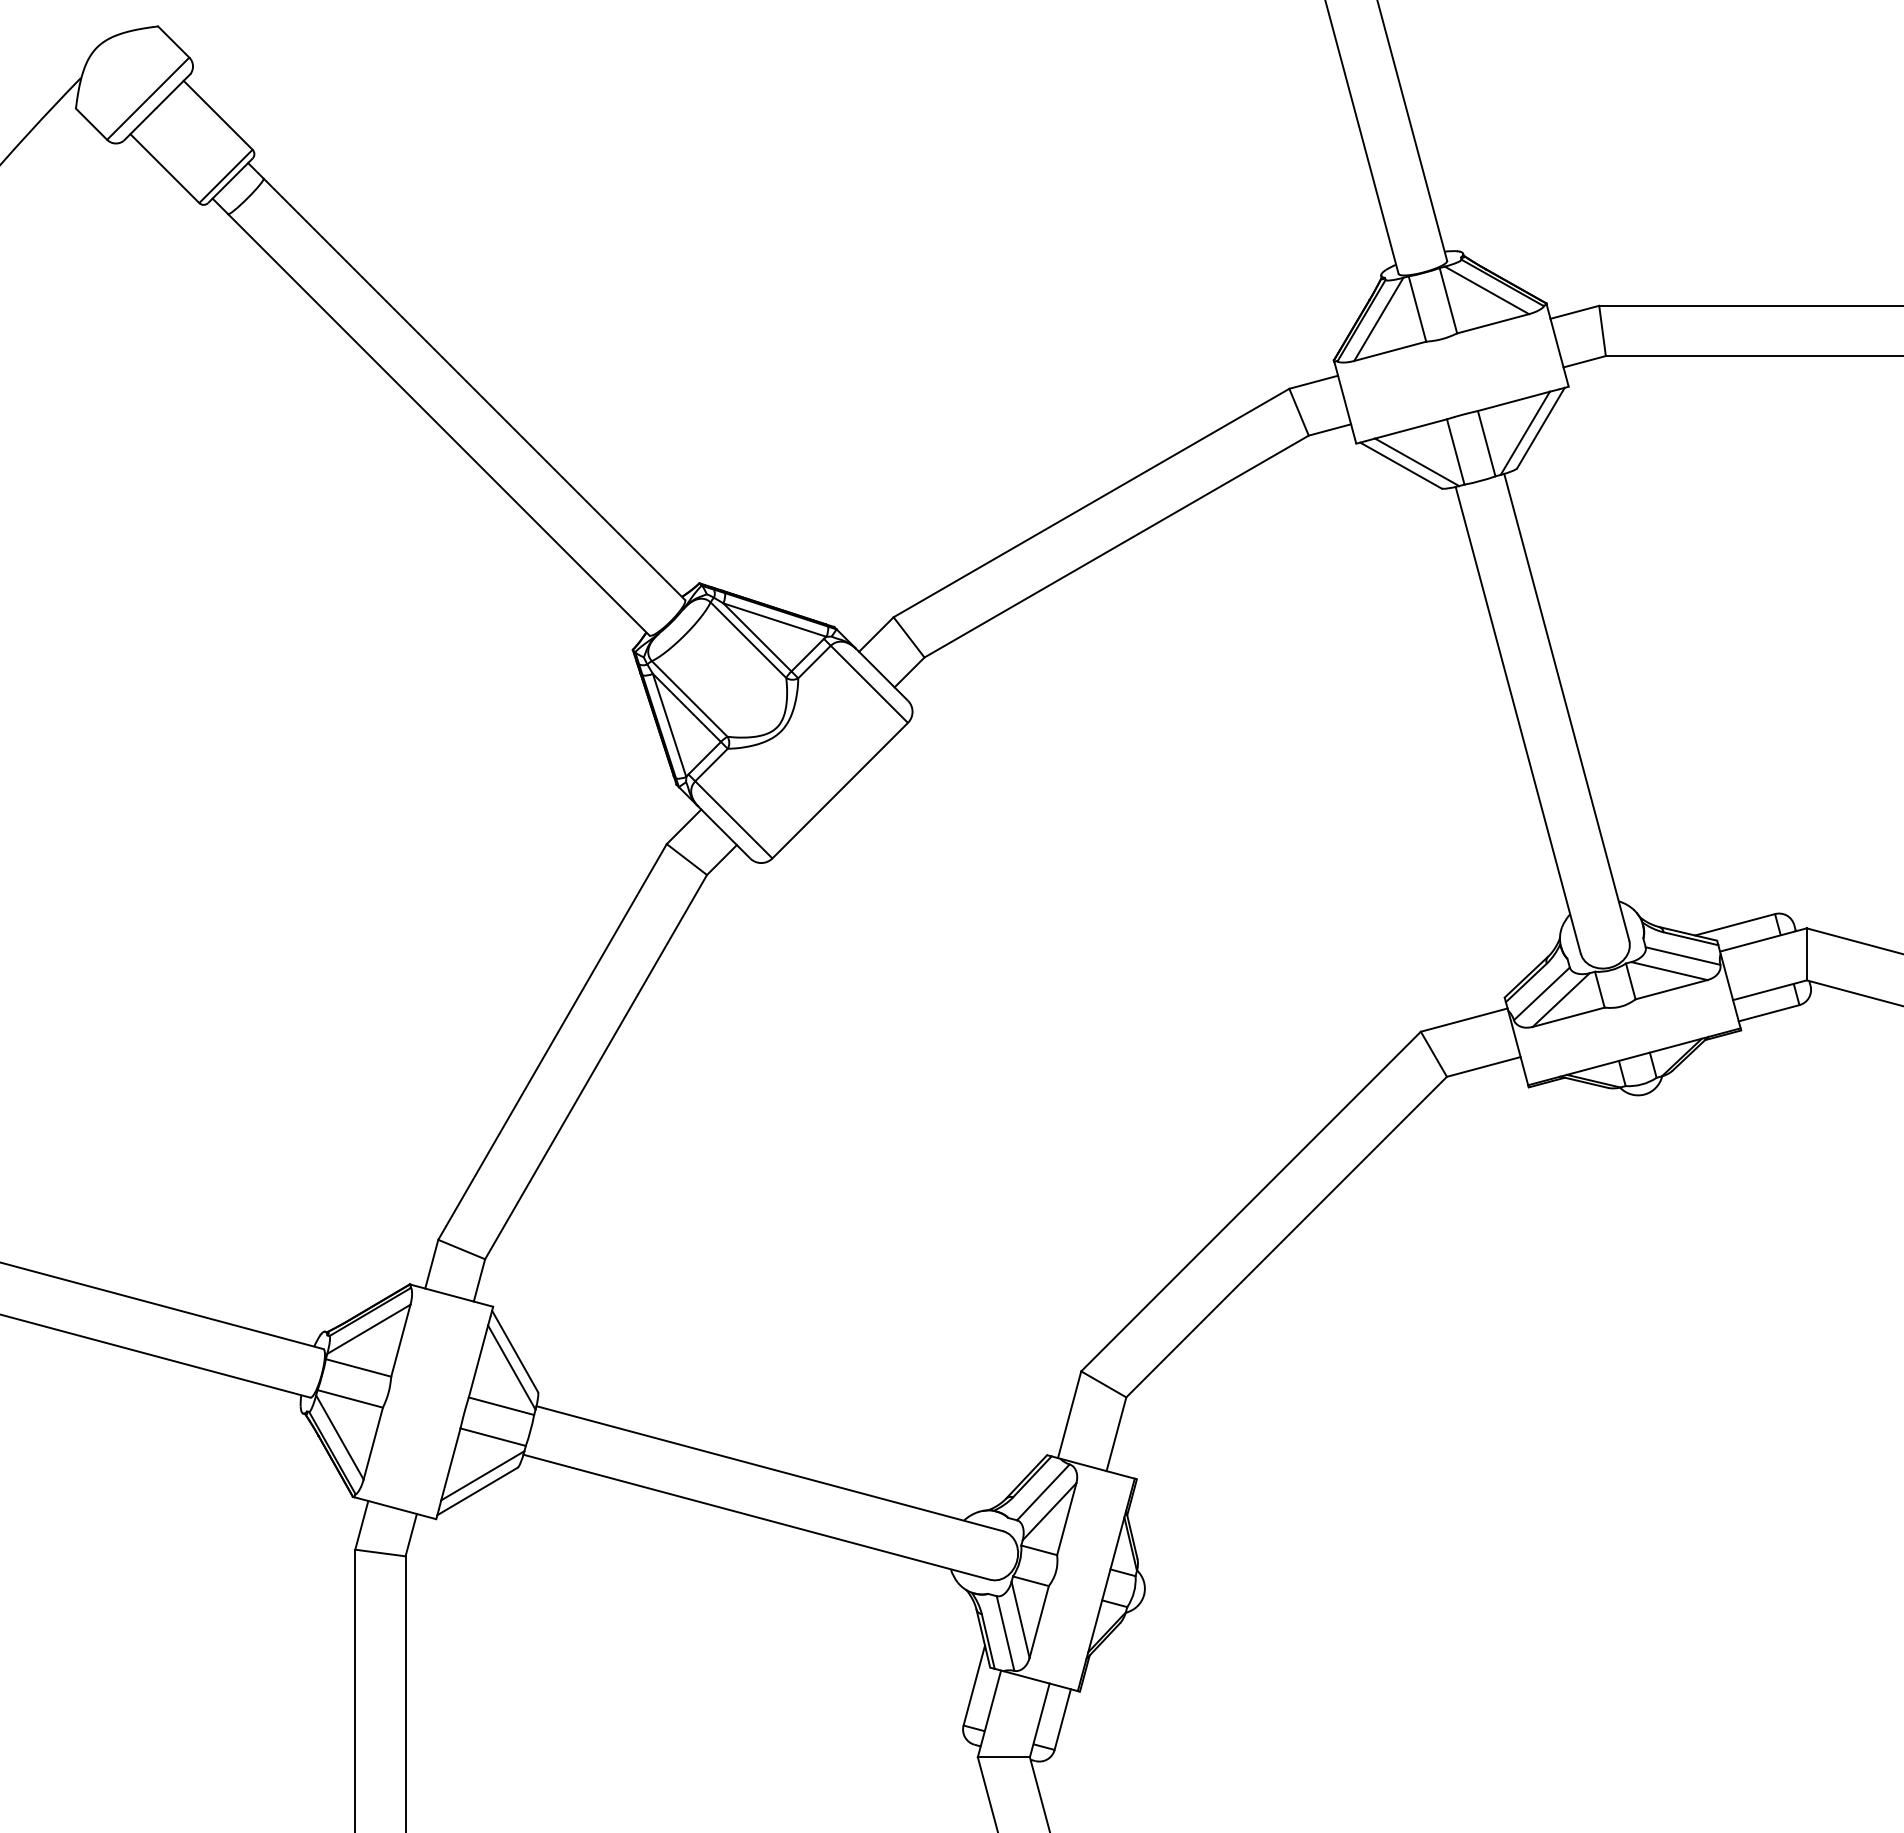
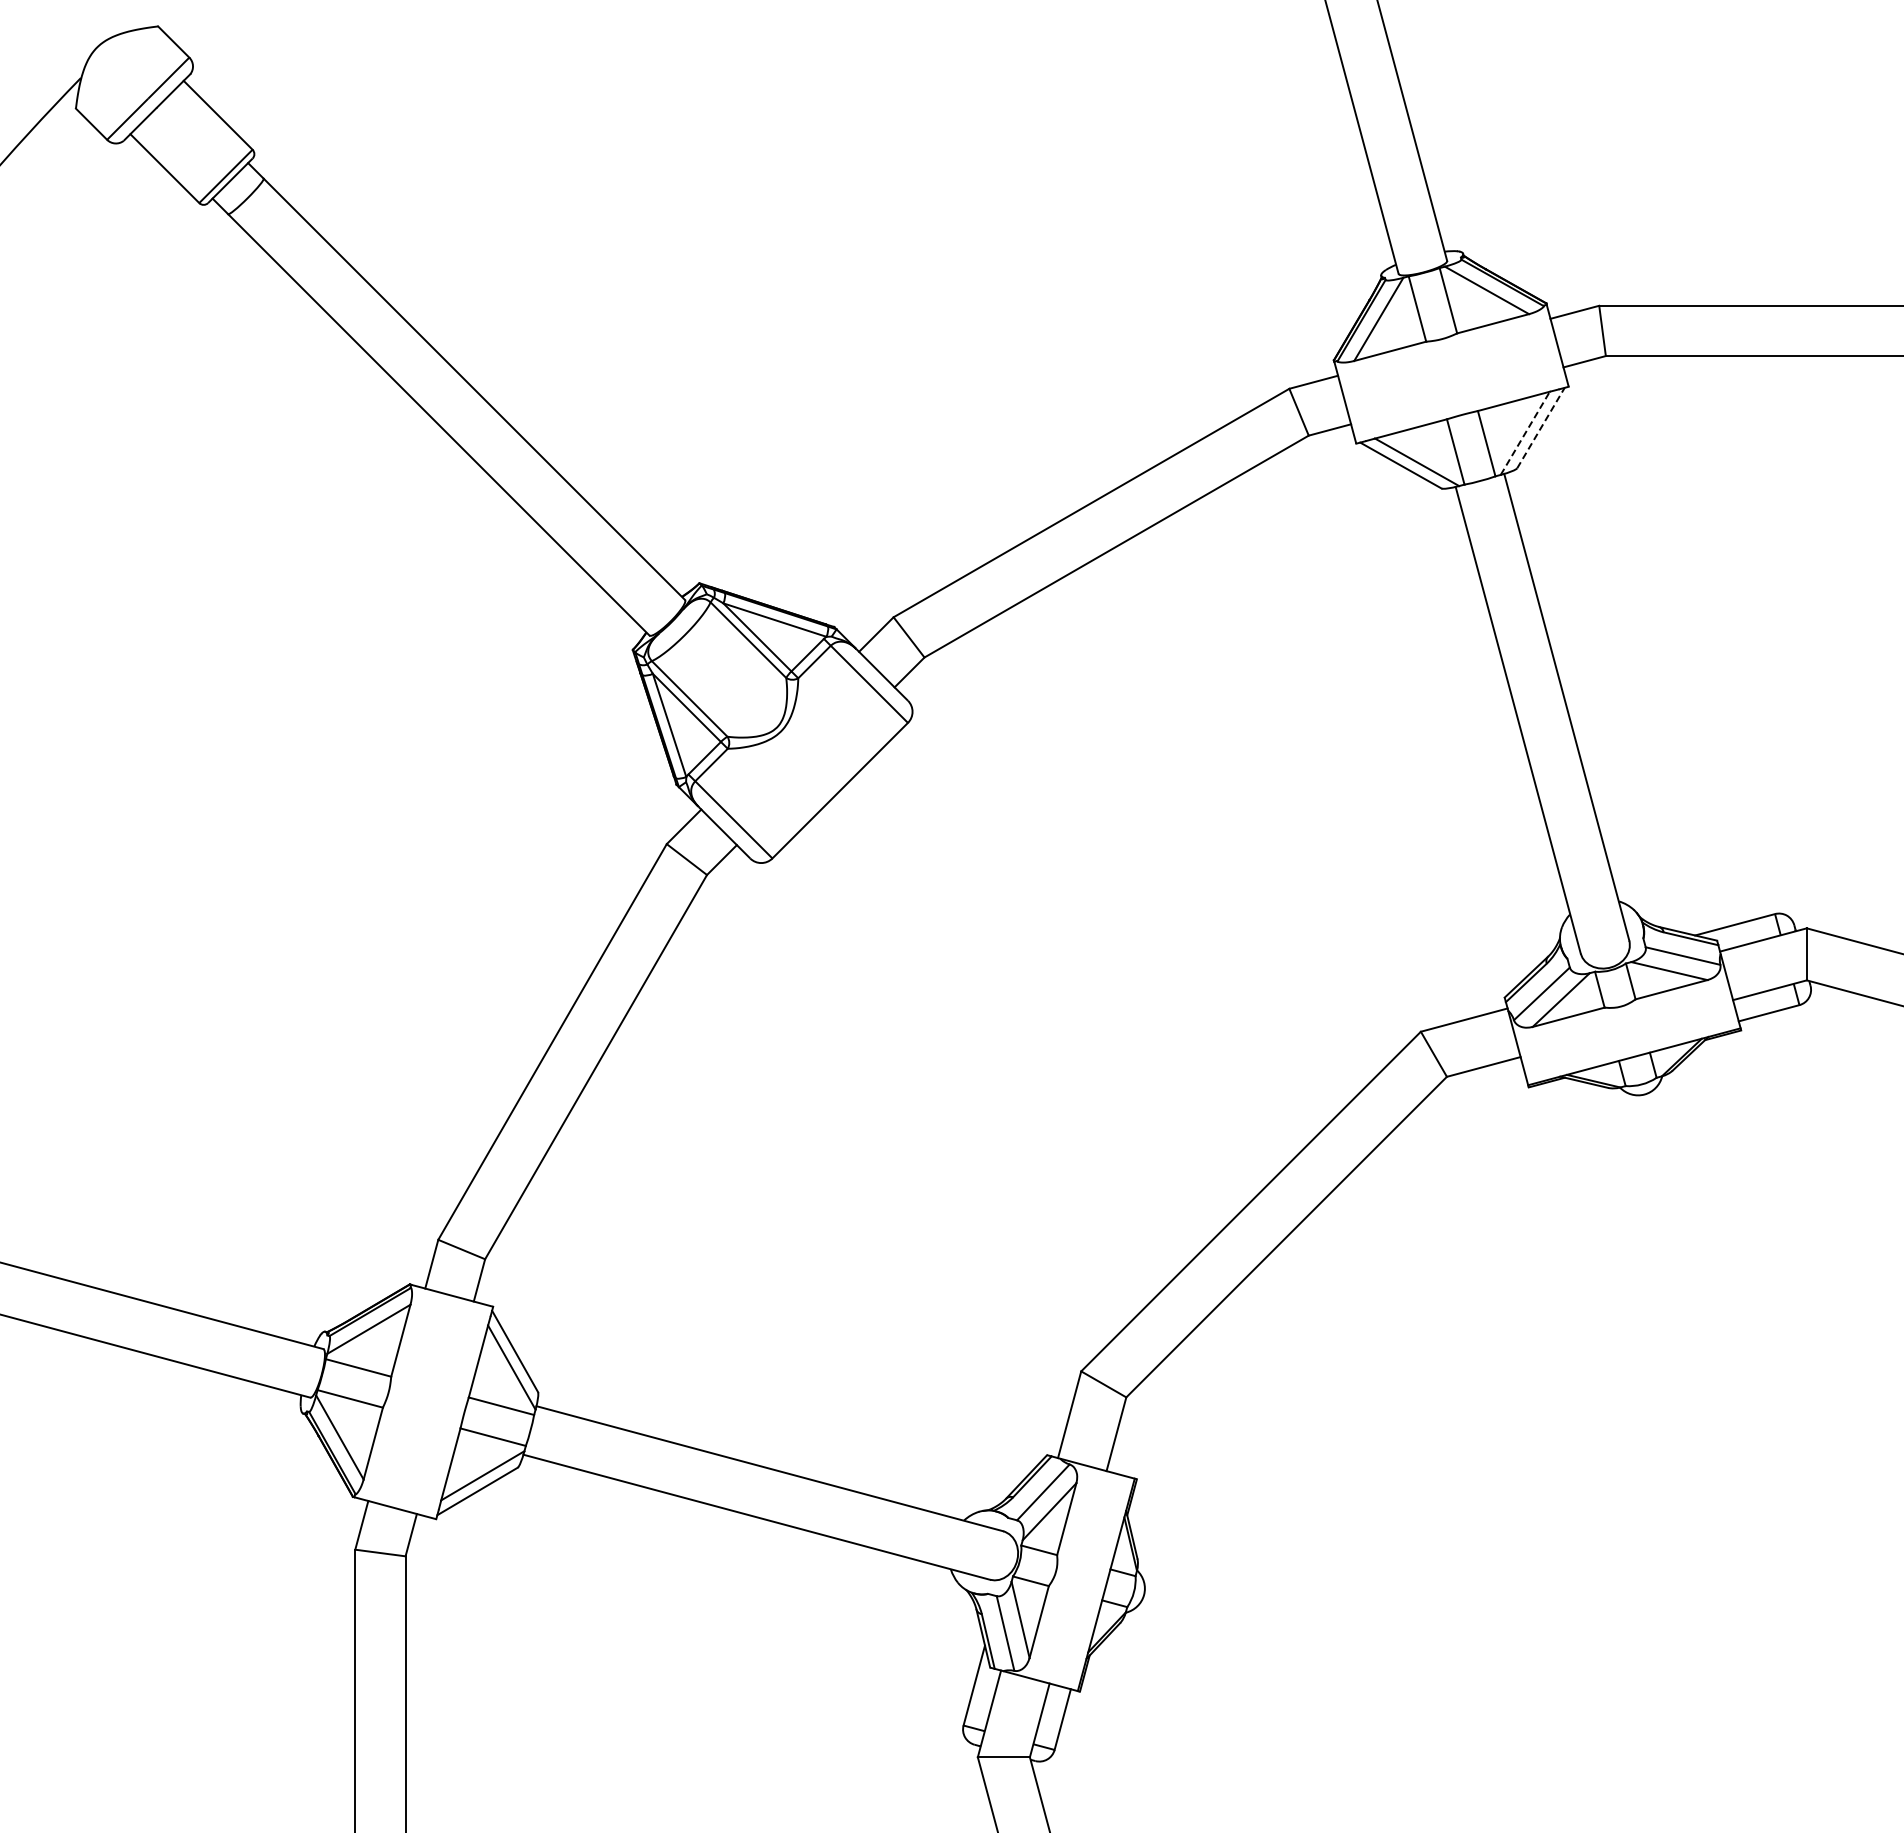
line at (1540, 428): solid -> dashed
line at (1525, 432): solid -> dashed
